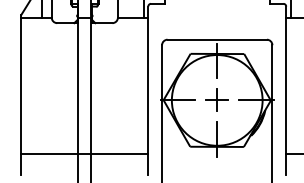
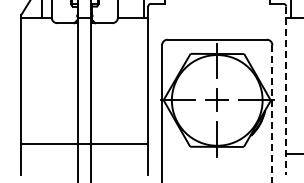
line at (286, 91): solid -> dashed
line at (272, 114): solid -> dashed
line at (84, 153) position: (84, 153) -> (84, 143)
